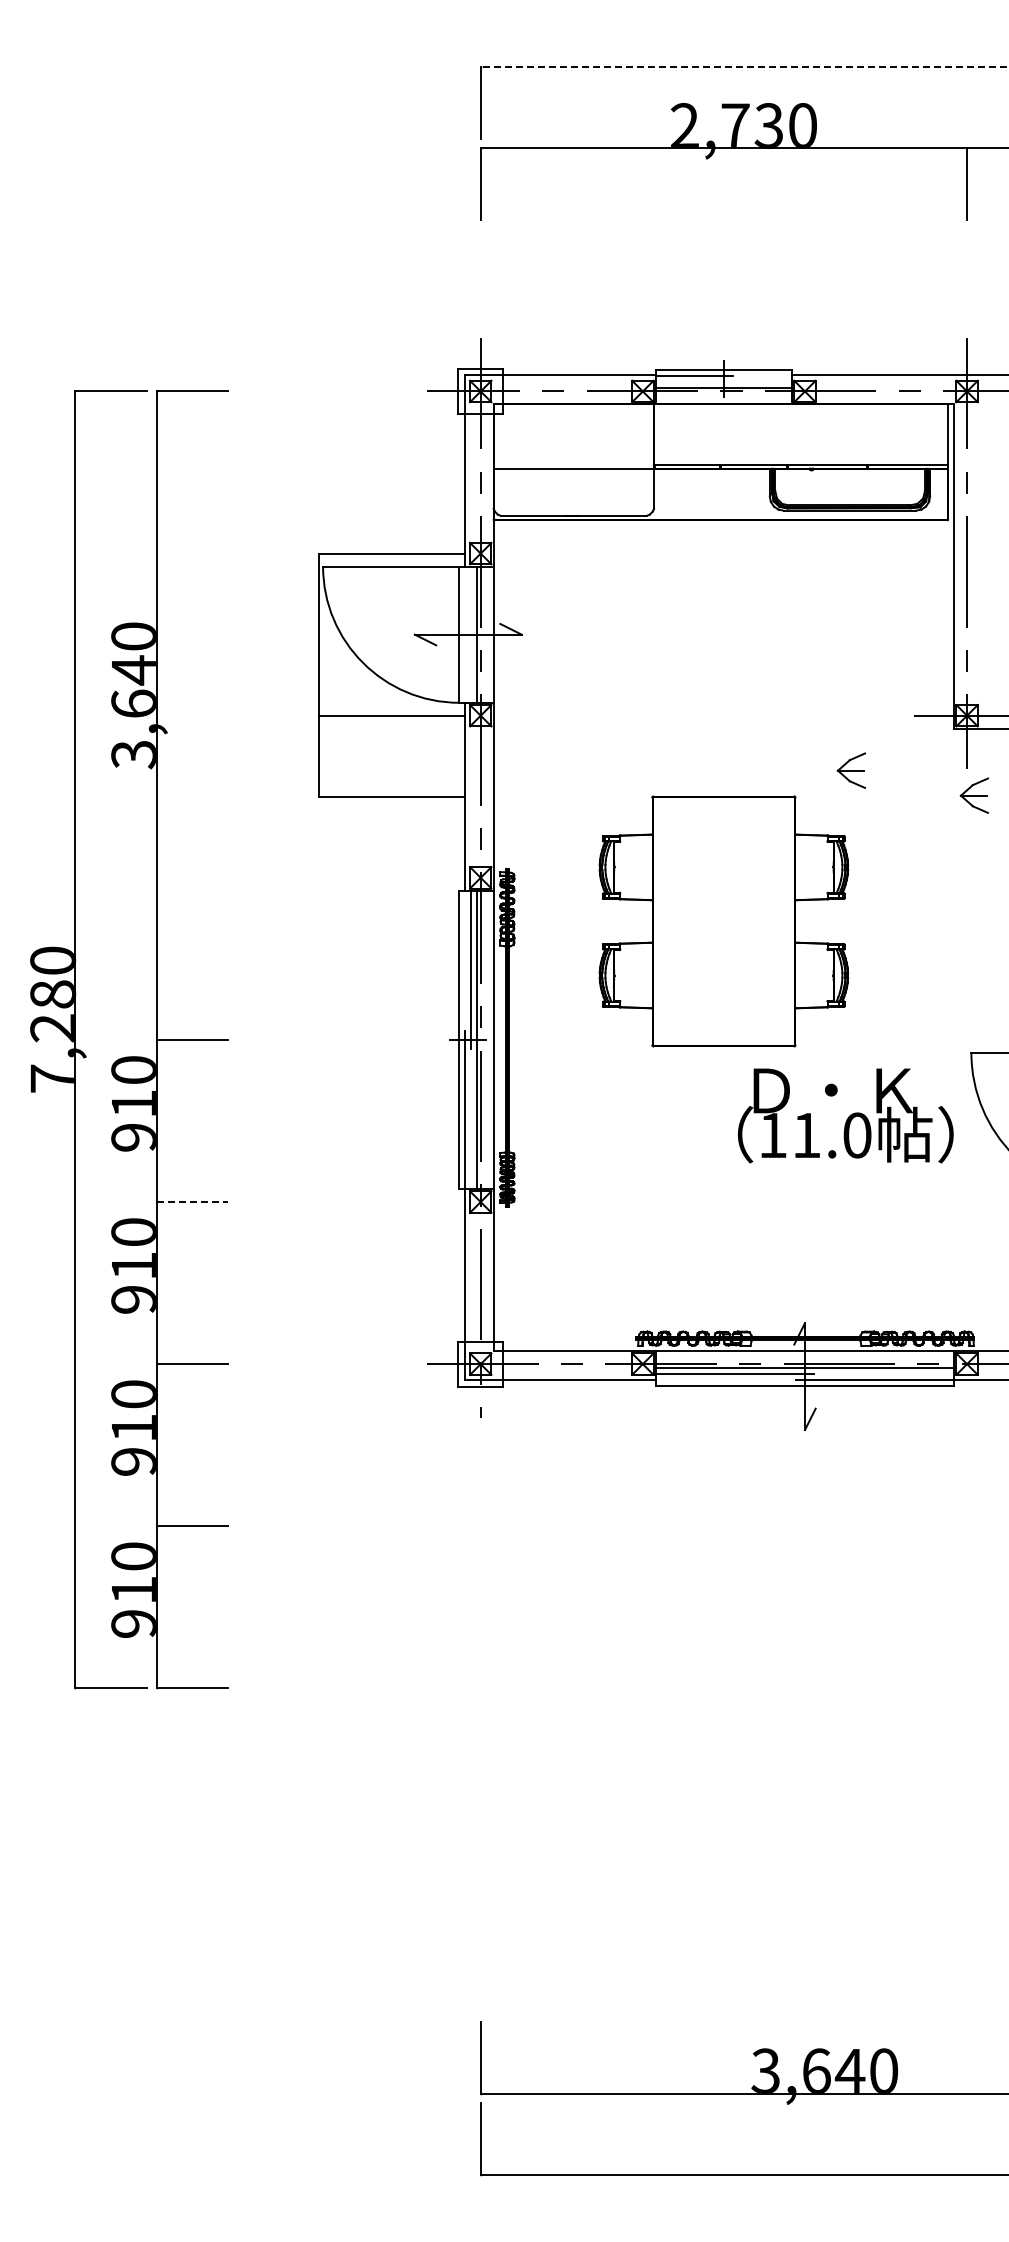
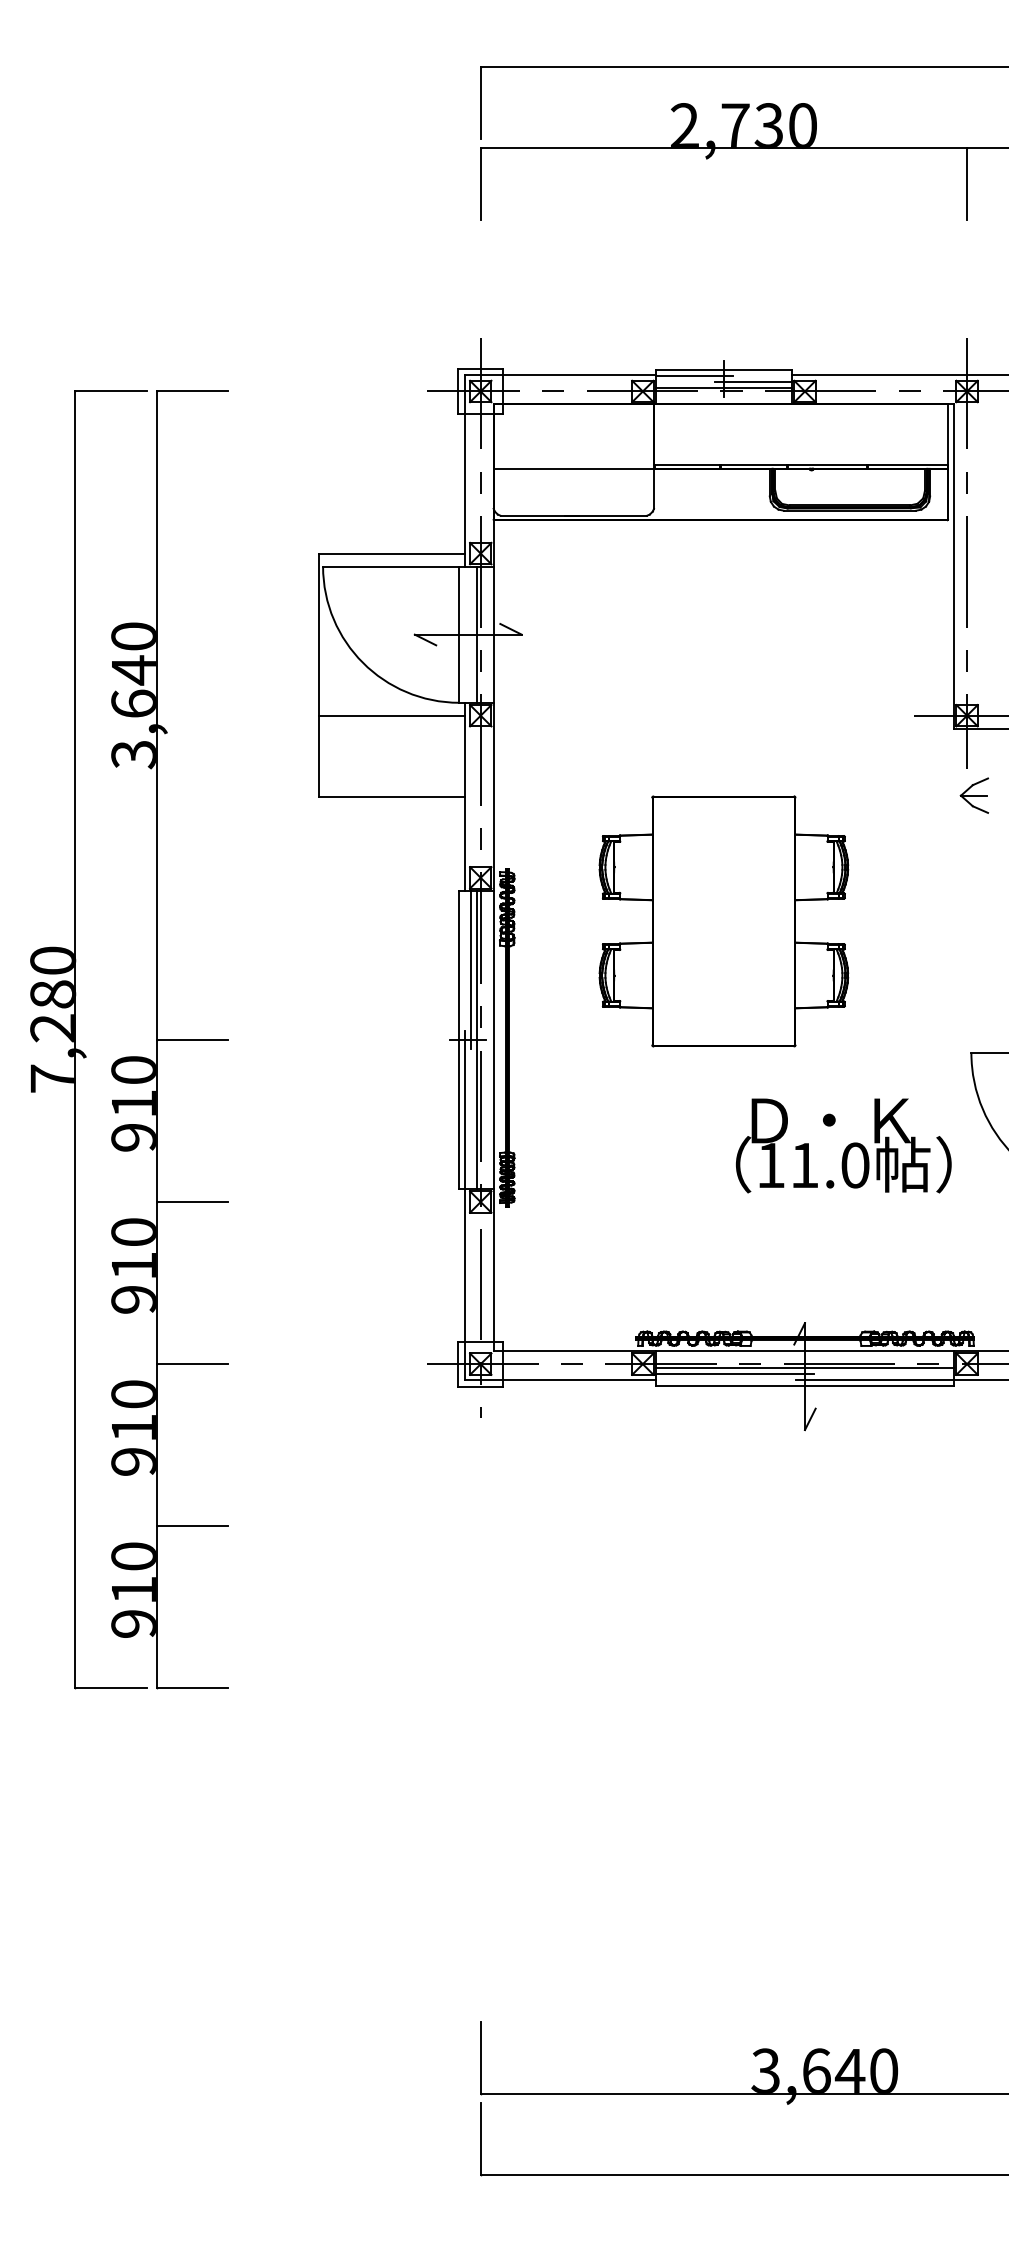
line at (744, 67): dashed -> solid
line at (753, 381): none -> present
part at (850, 770): present -> none
text at (845, 1115) position: (845, 1115) -> (843, 1145)
line at (192, 1202): dashed -> solid
